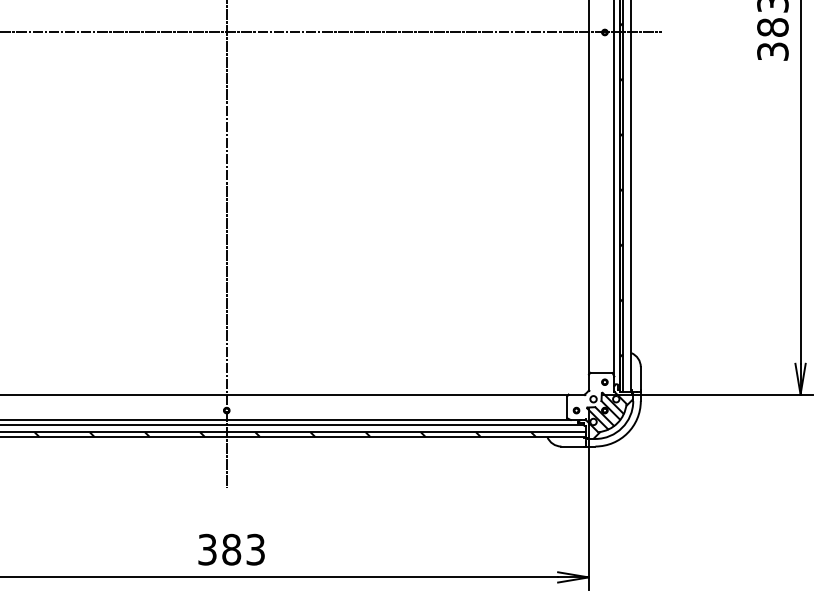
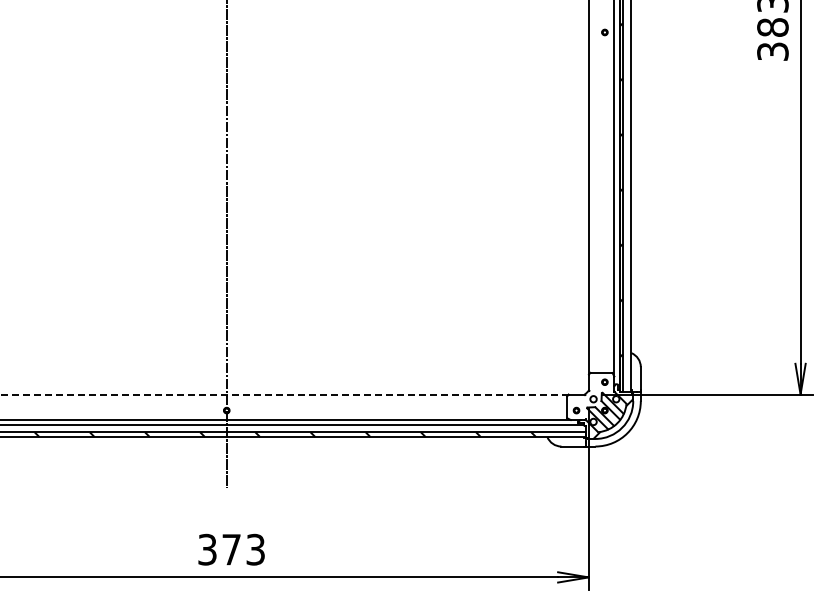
line at (332, 32): present -> none
line at (284, 394): solid -> dashed
text at (231, 549): 383 -> 373
